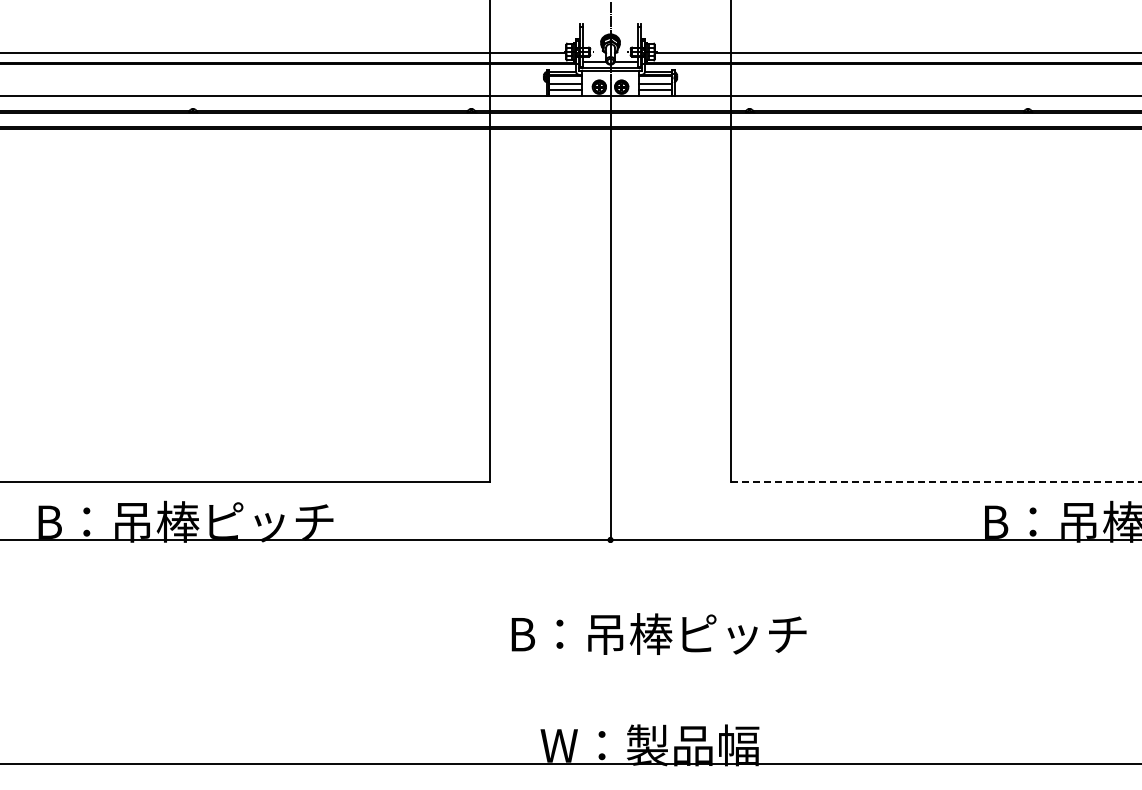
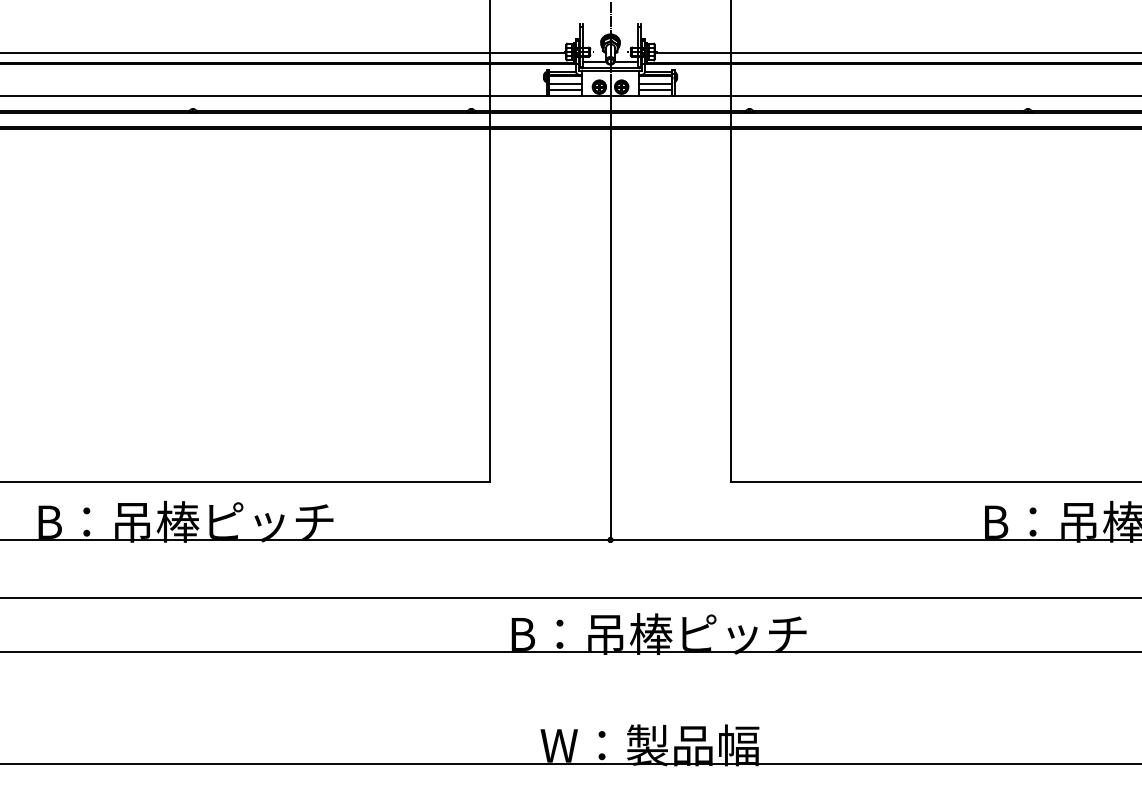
line at (936, 482): dashed -> solid
line at (570, 597): none -> present
line at (570, 652): none -> present
